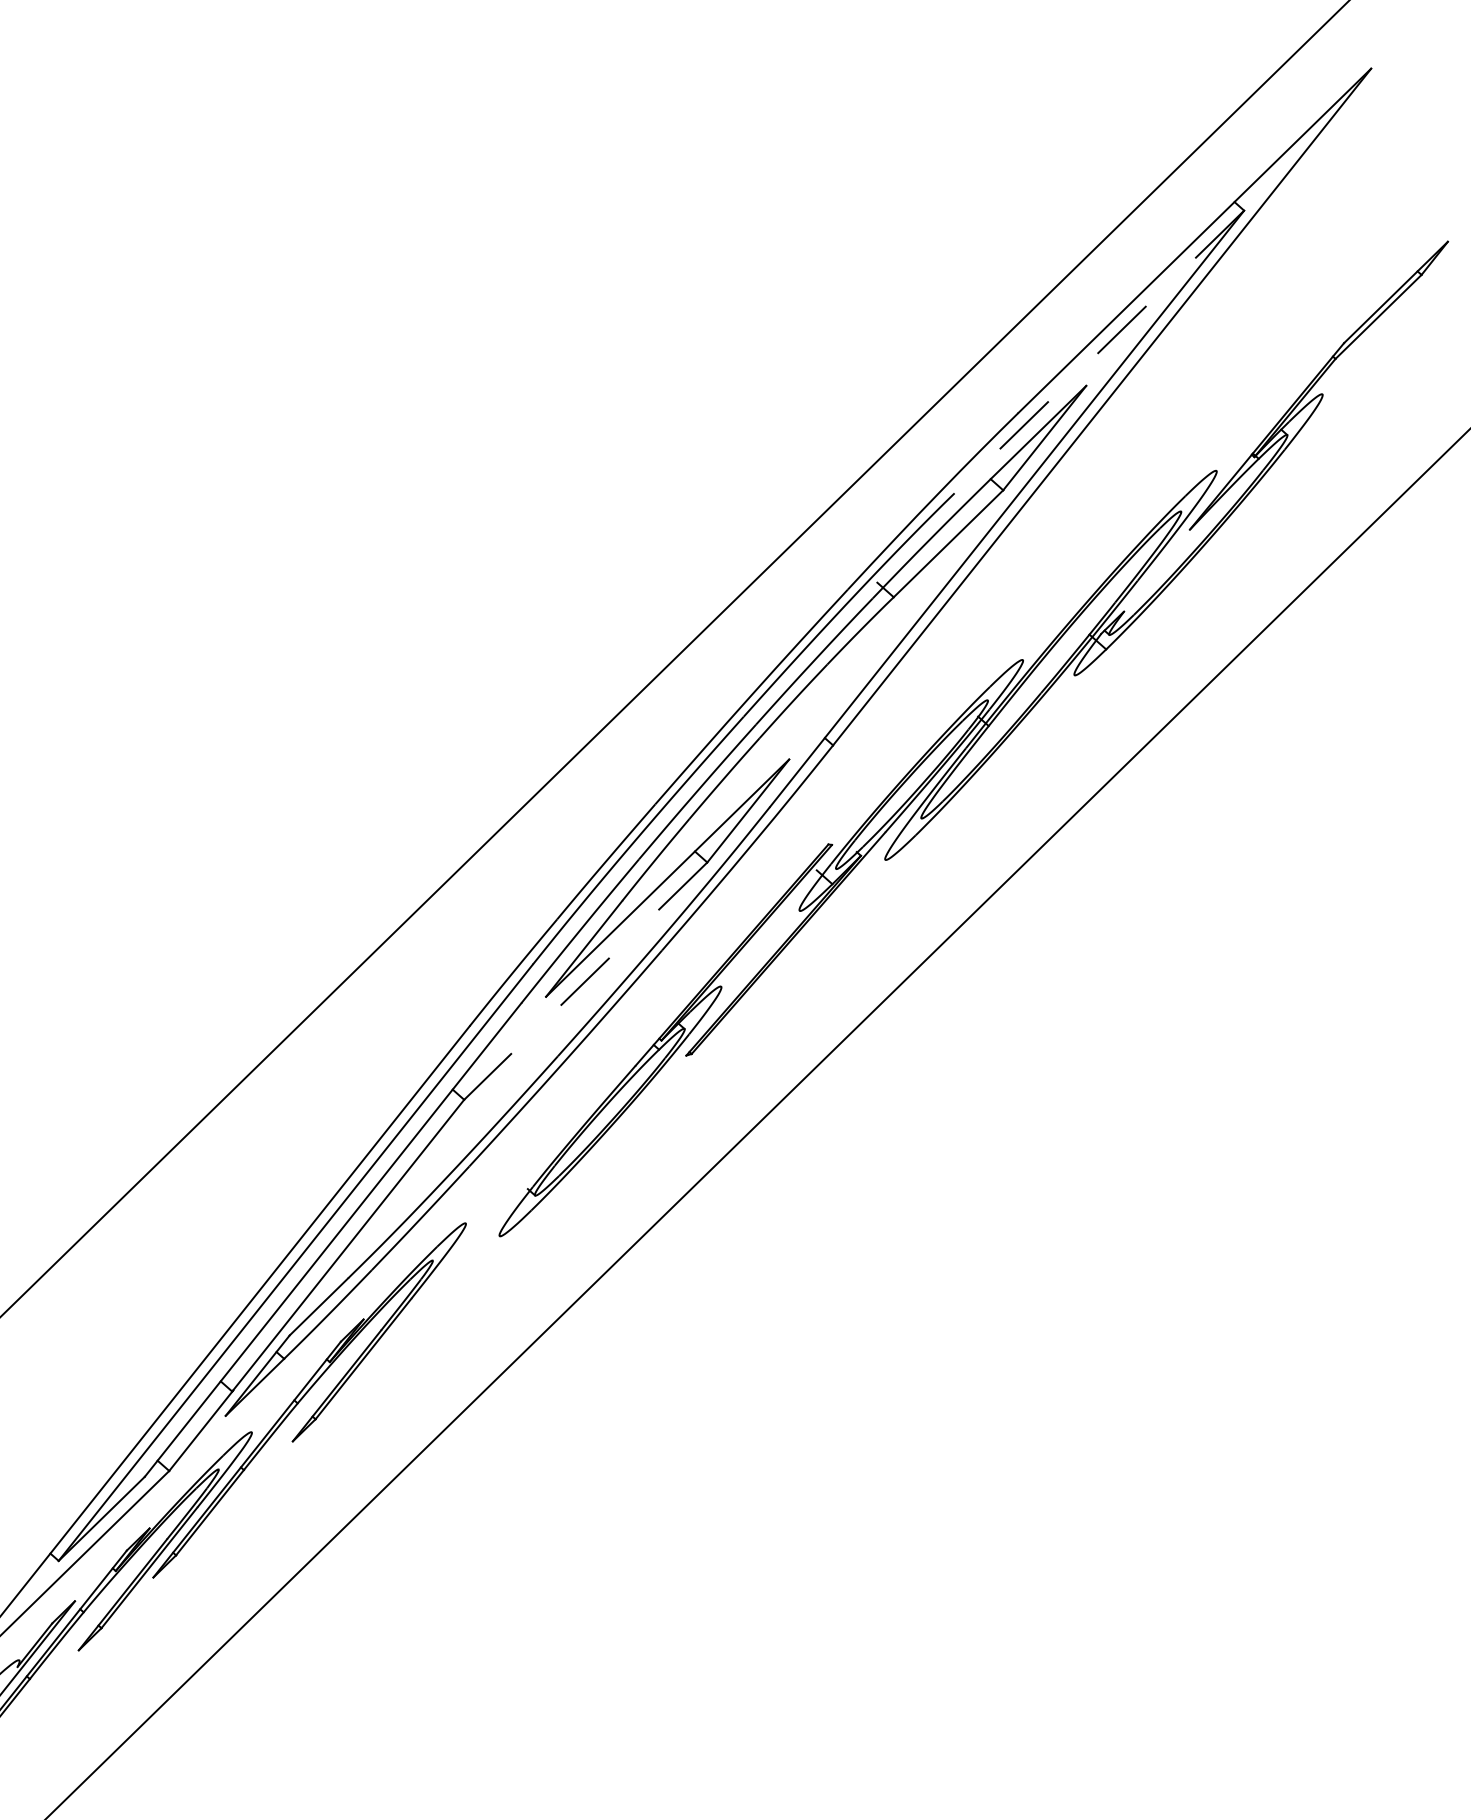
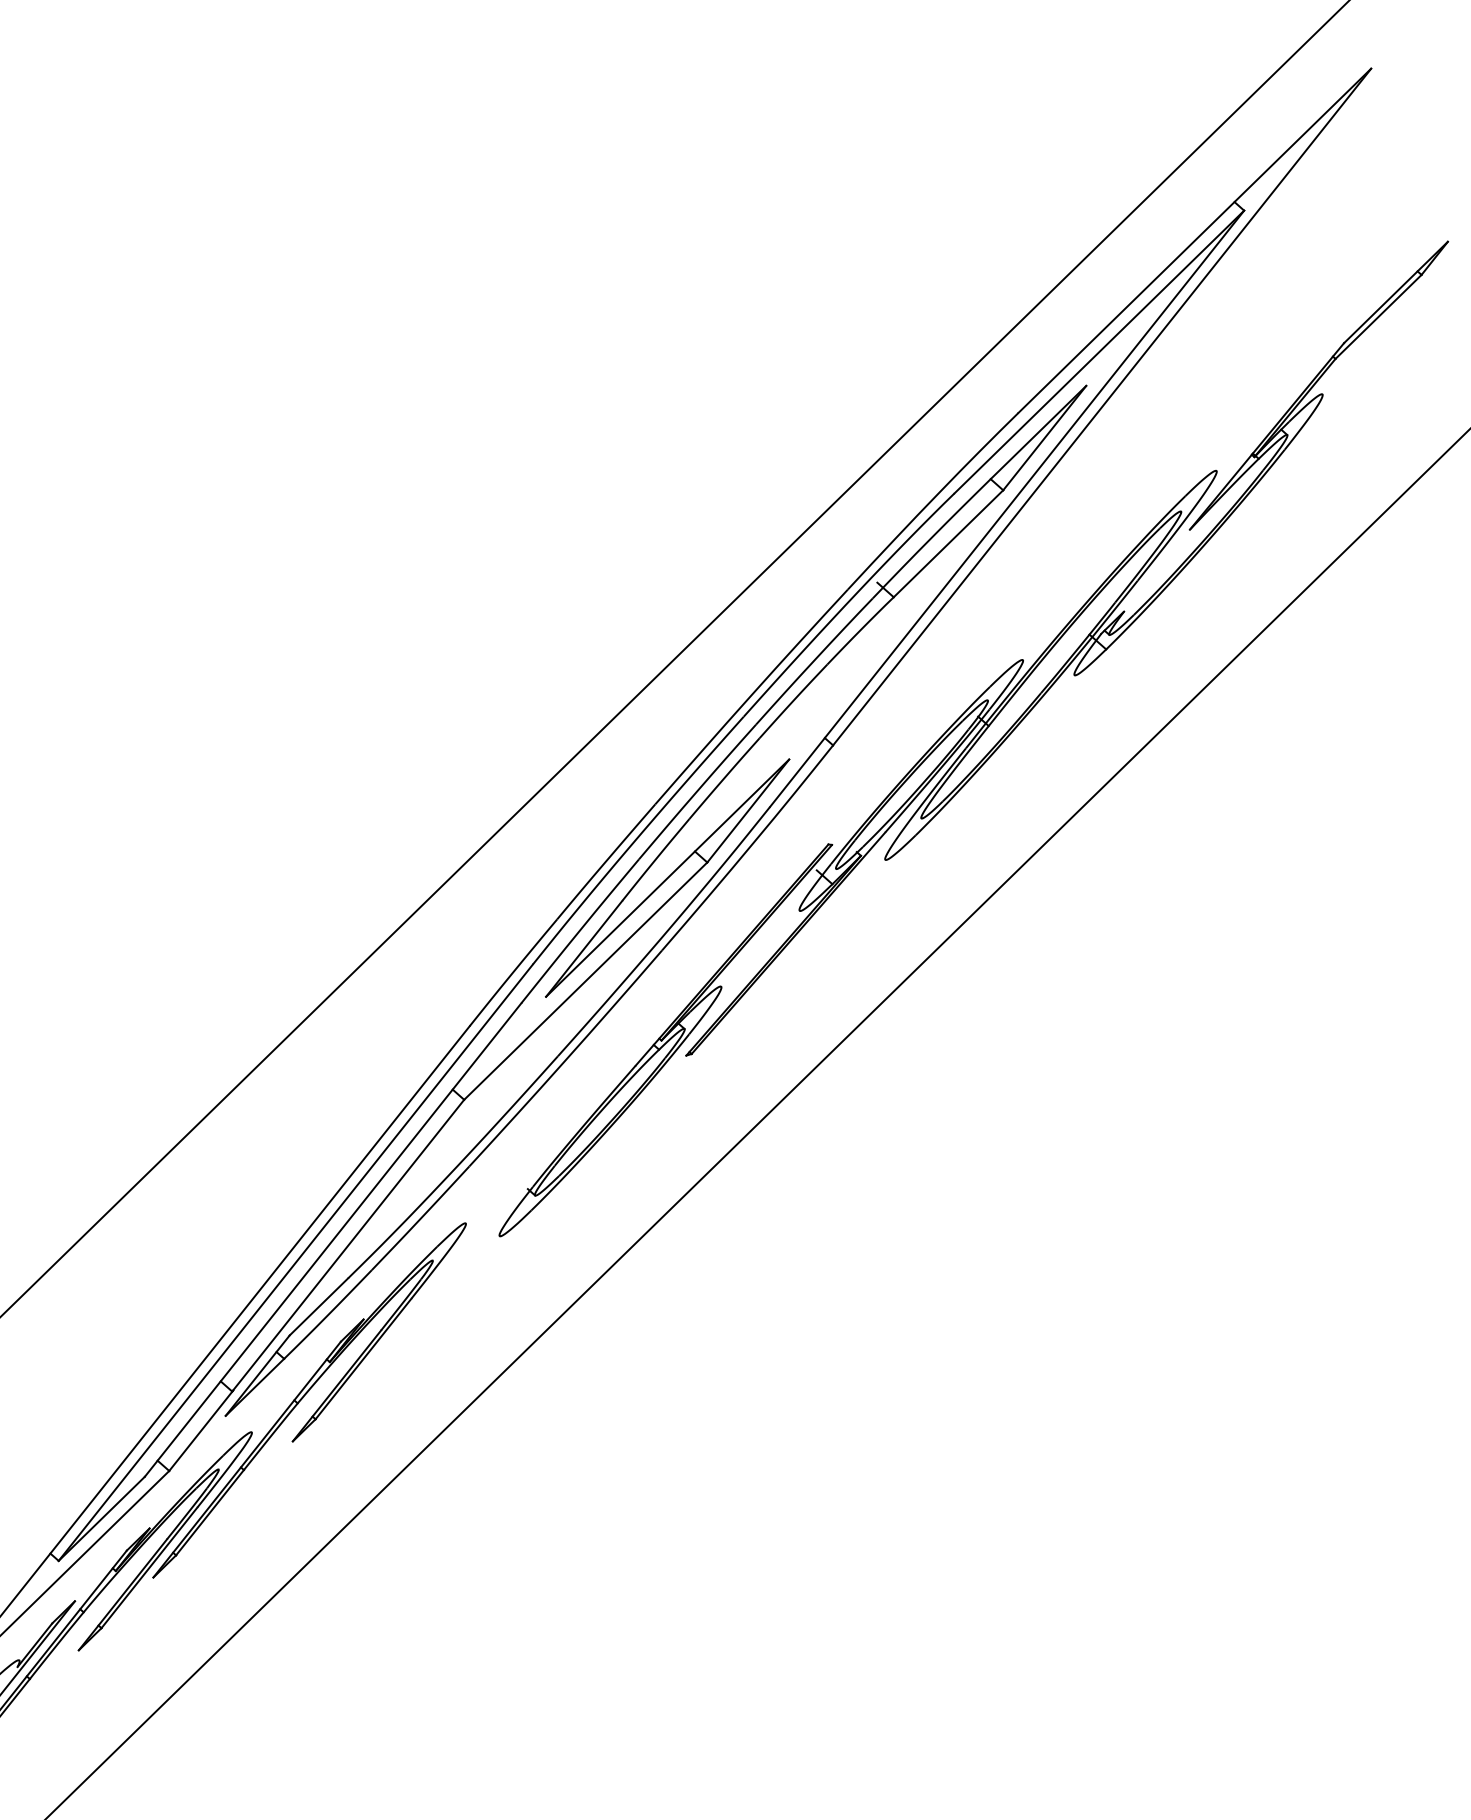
line at (1099, 352): dashed -> solid
line at (585, 981): dashed -> solid
